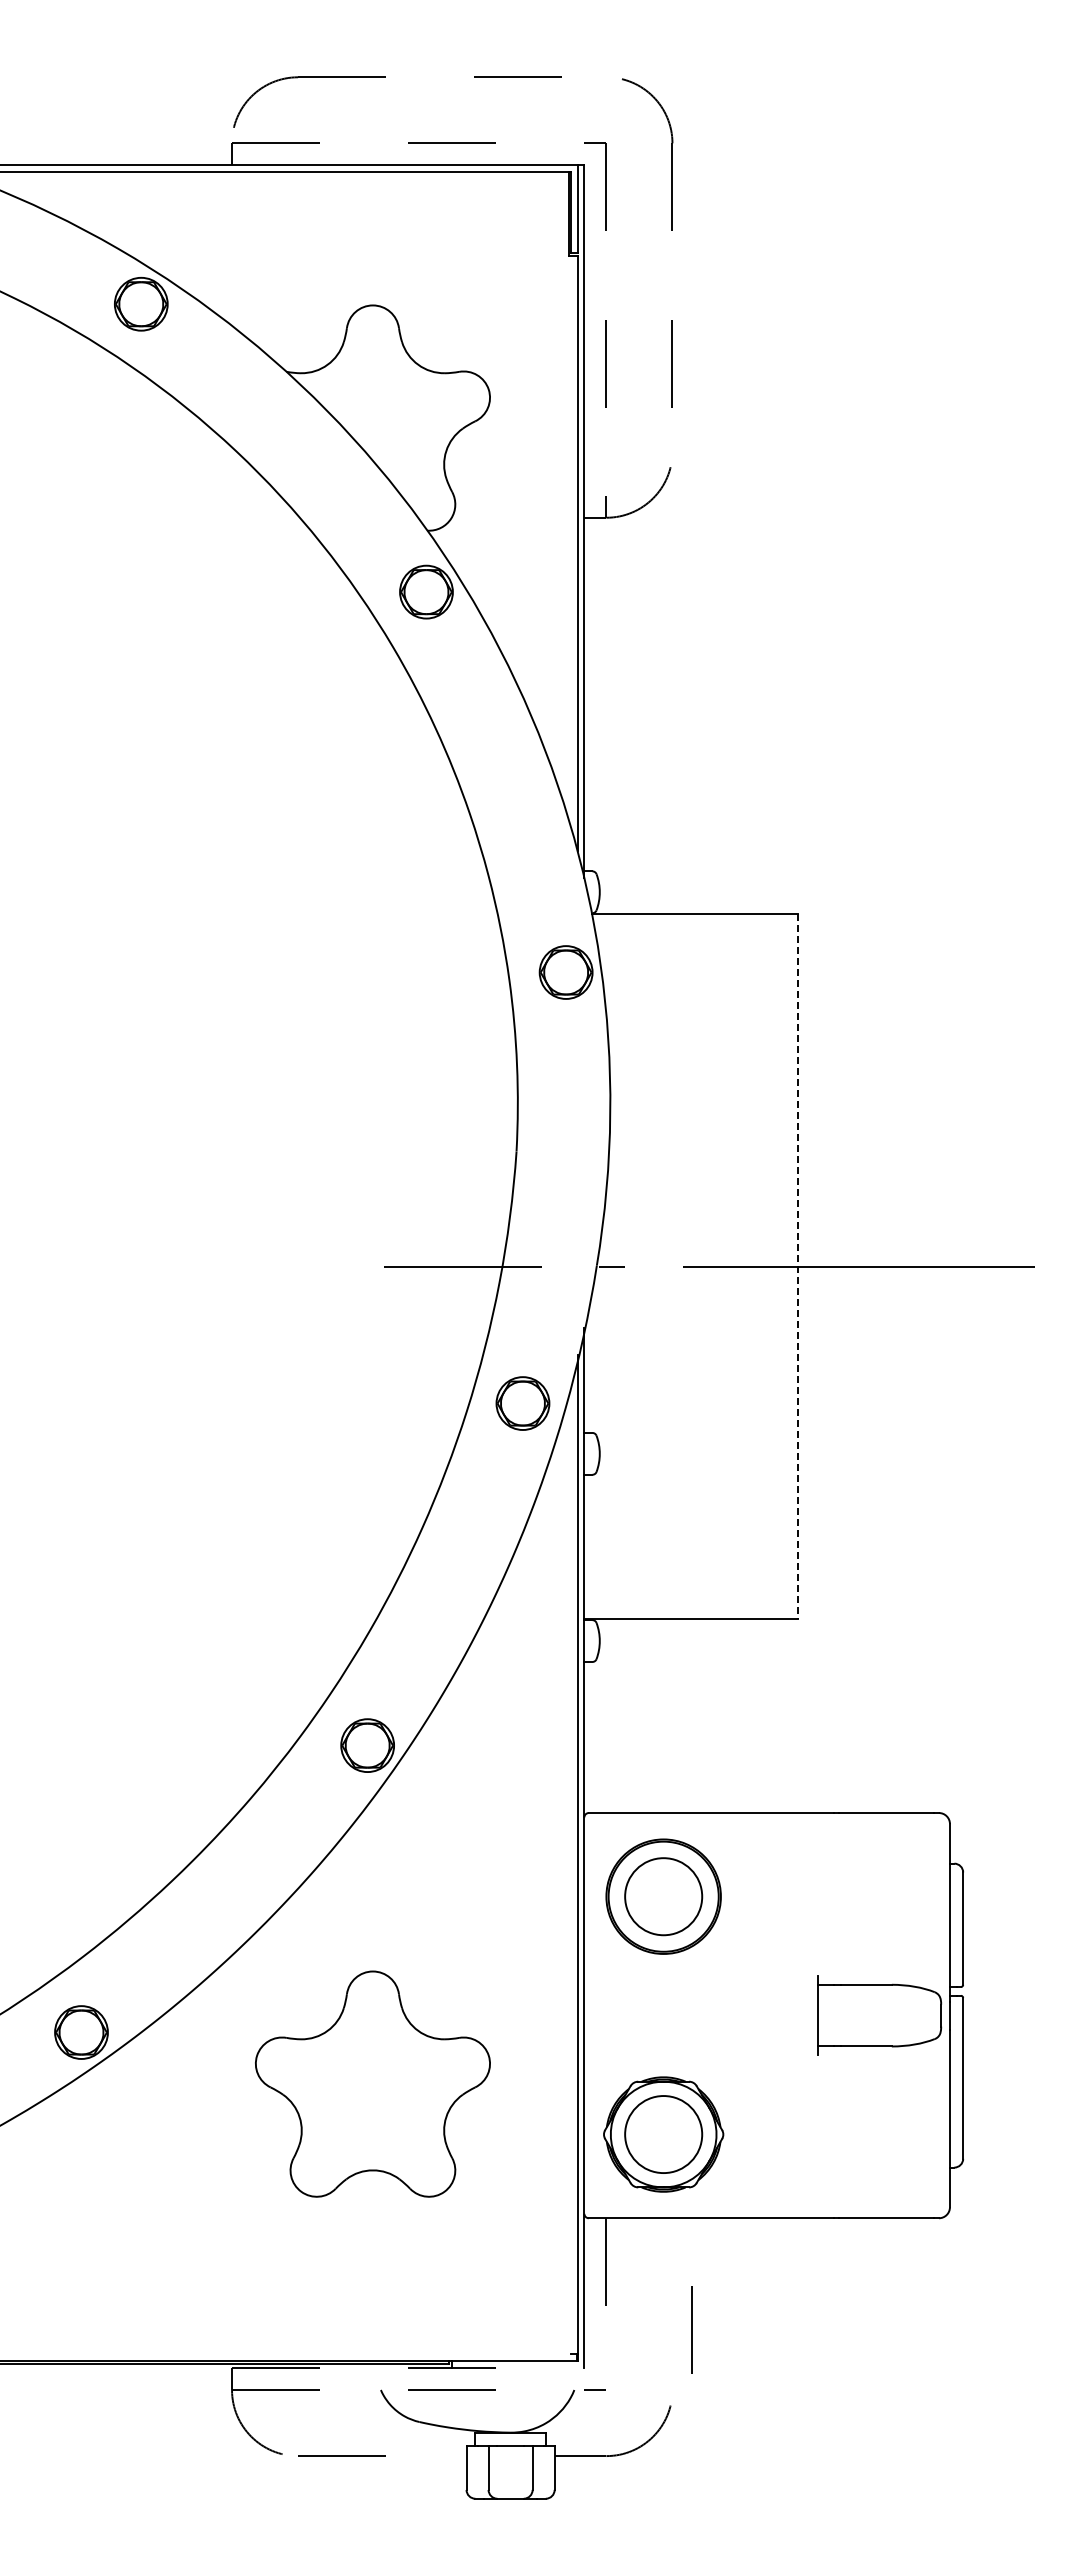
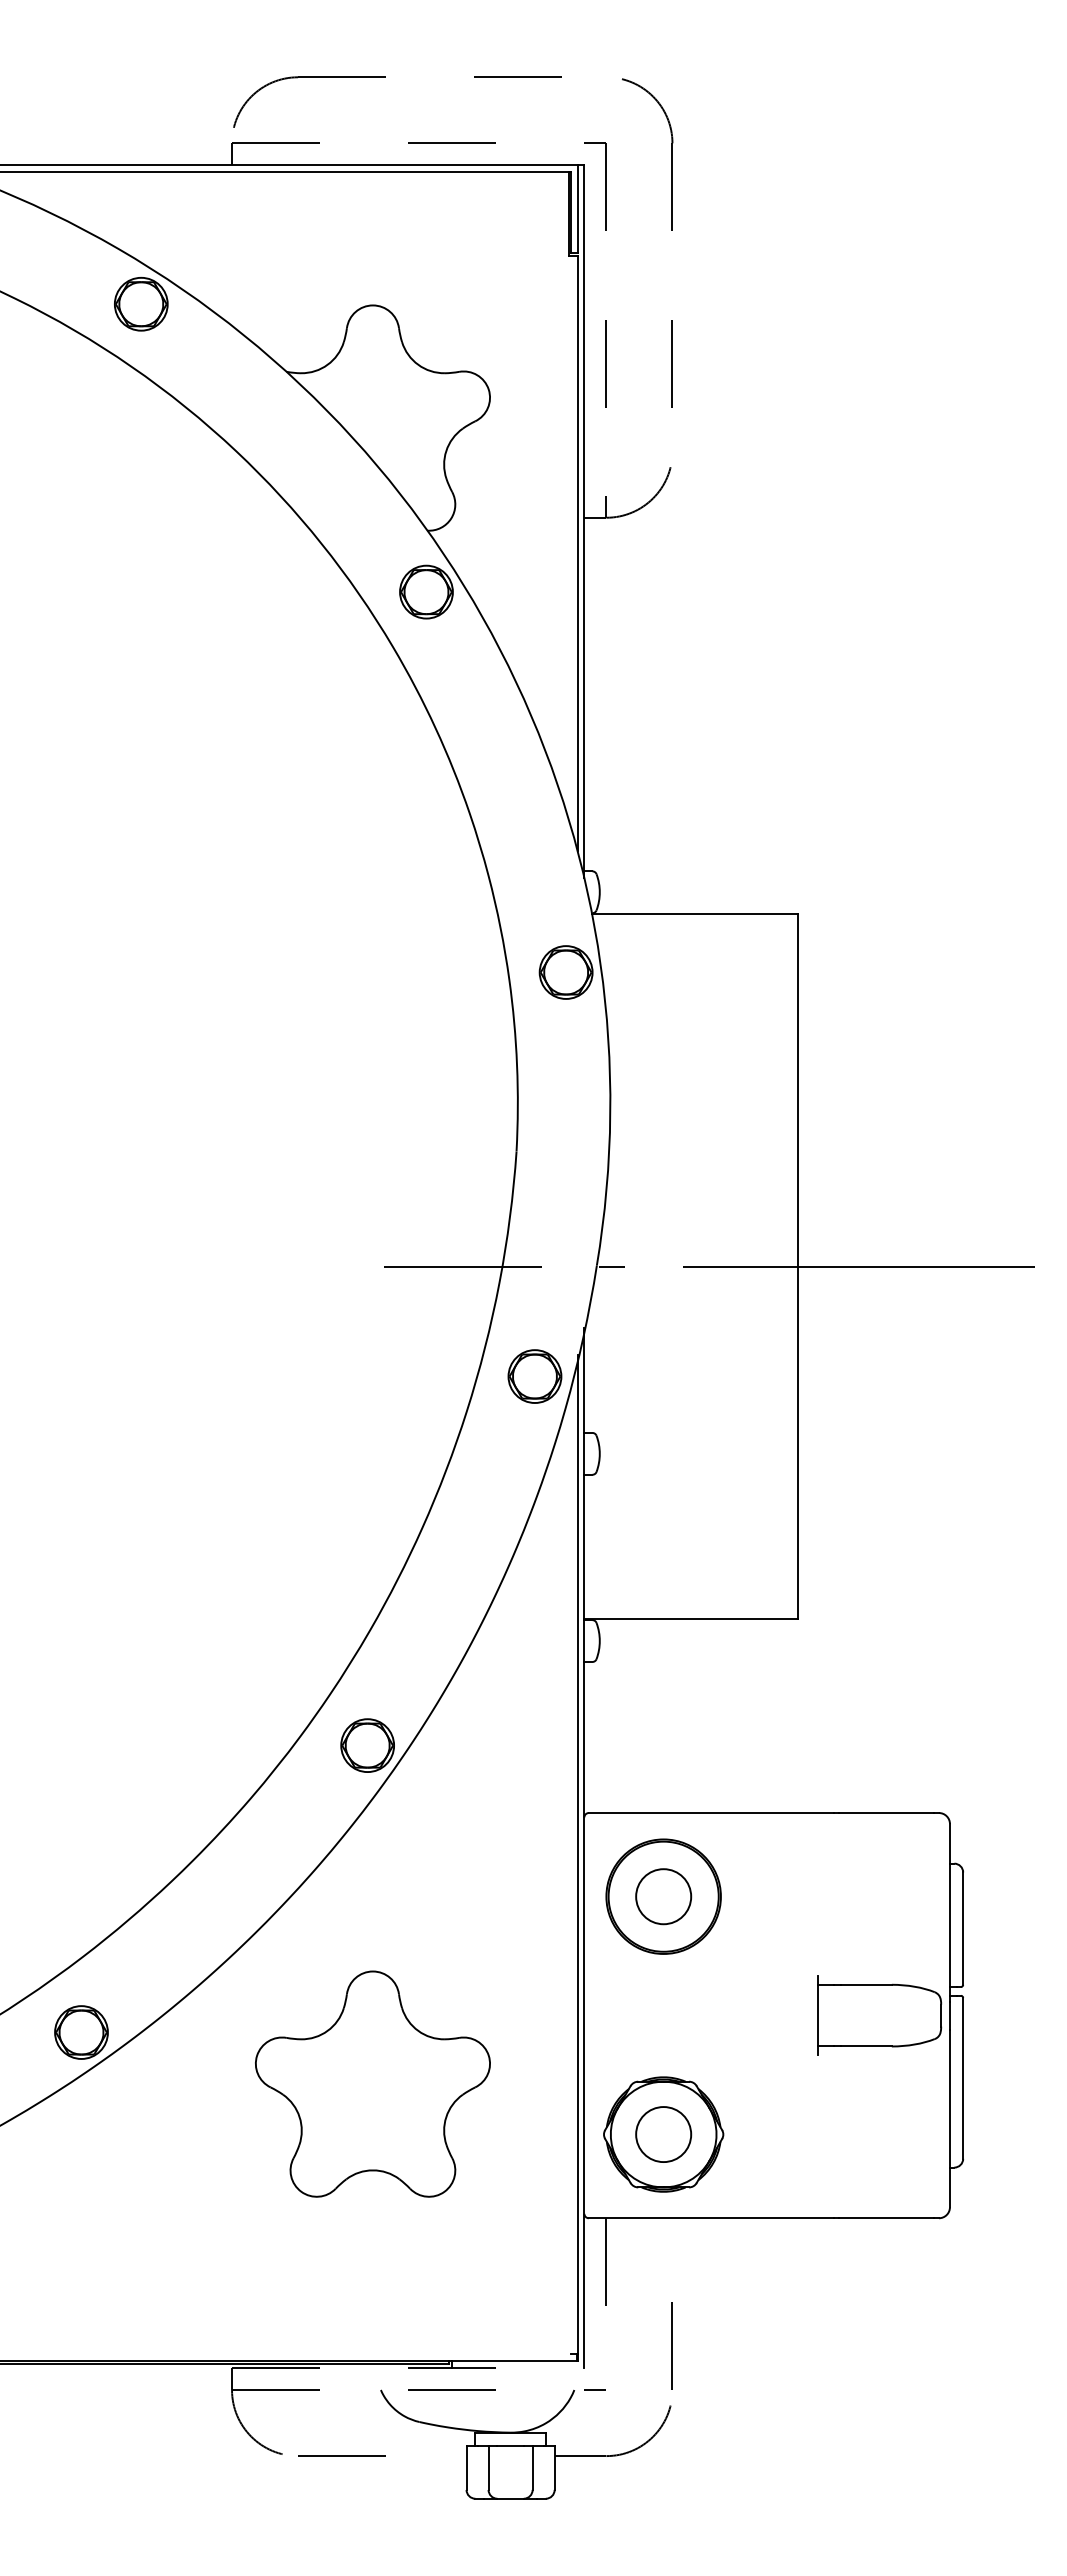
line at (798, 1267): dashed -> solid
part at (522, 1403) position: (522, 1403) -> (534, 1376)
circle at (663, 1896) diameter: 77 px -> 55 px
circle at (663, 2134) diameter: 77 px -> 55 px
line at (691, 2329) position: (691, 2329) -> (671, 2345)
